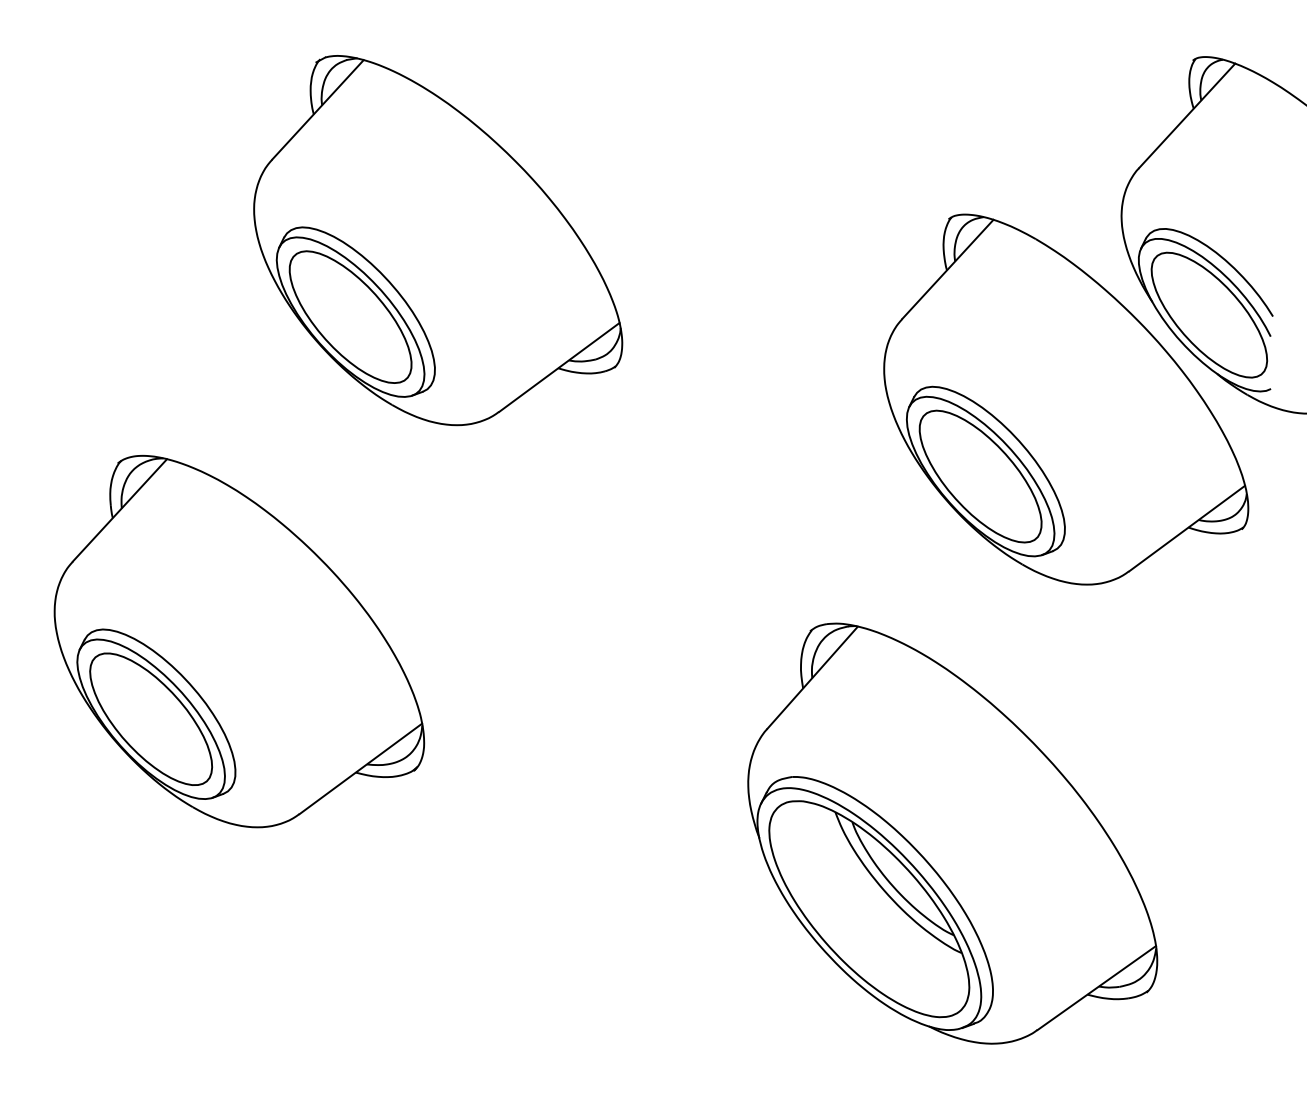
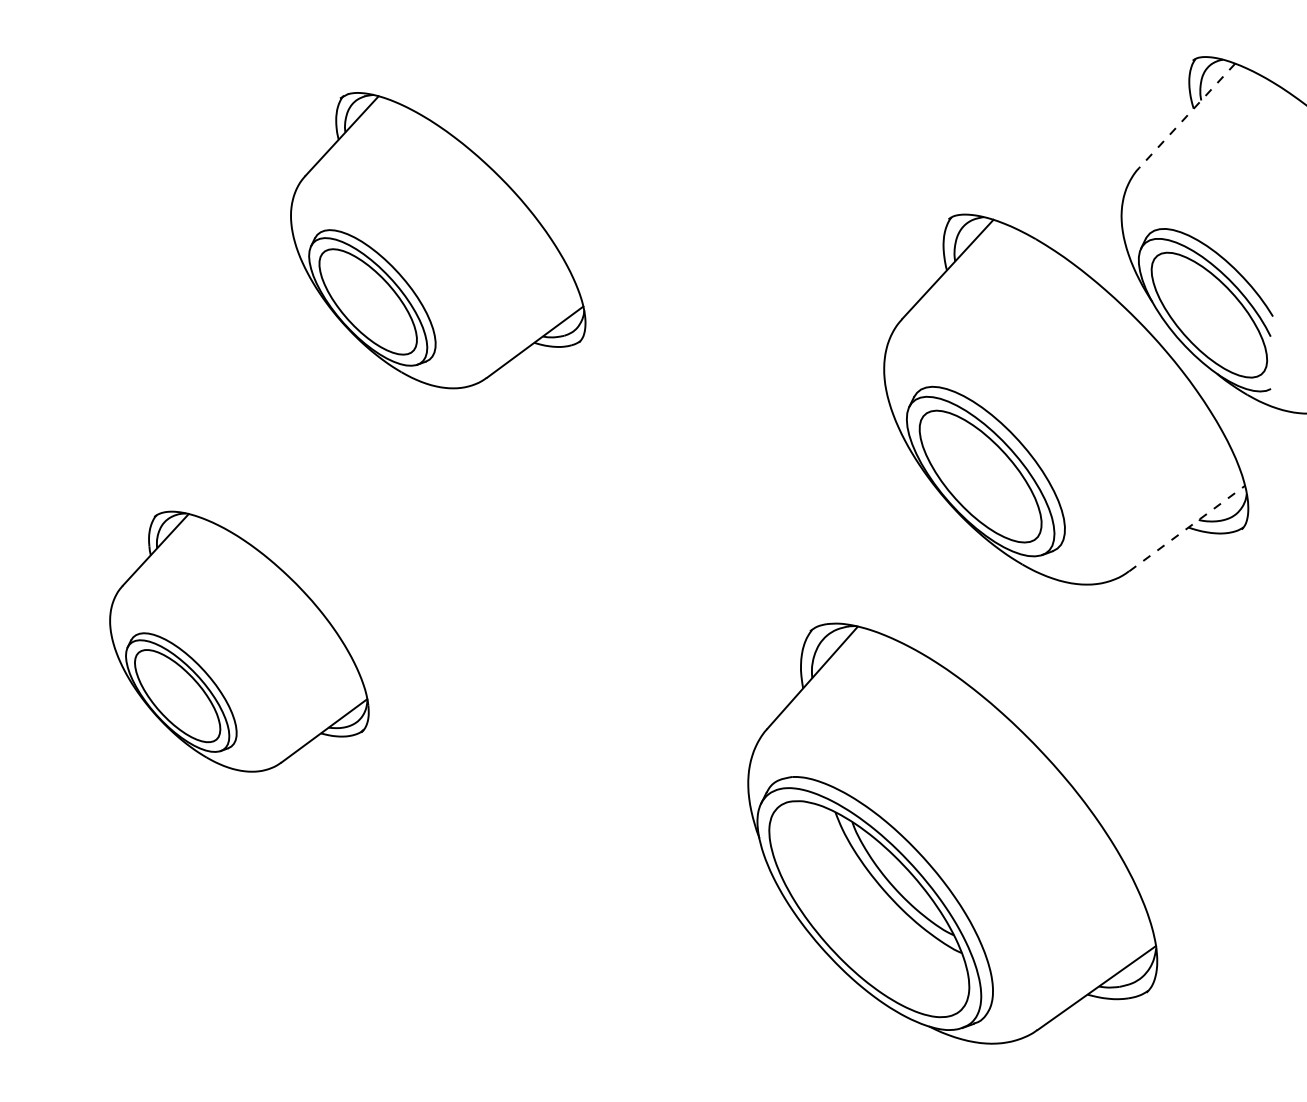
line at (1187, 115): solid -> dashed
part at (438, 240) size: 371x372 px -> 297x298 px
line at (1187, 528): solid -> dashed
part at (239, 641) size: 373x374 px -> 261x263 px
